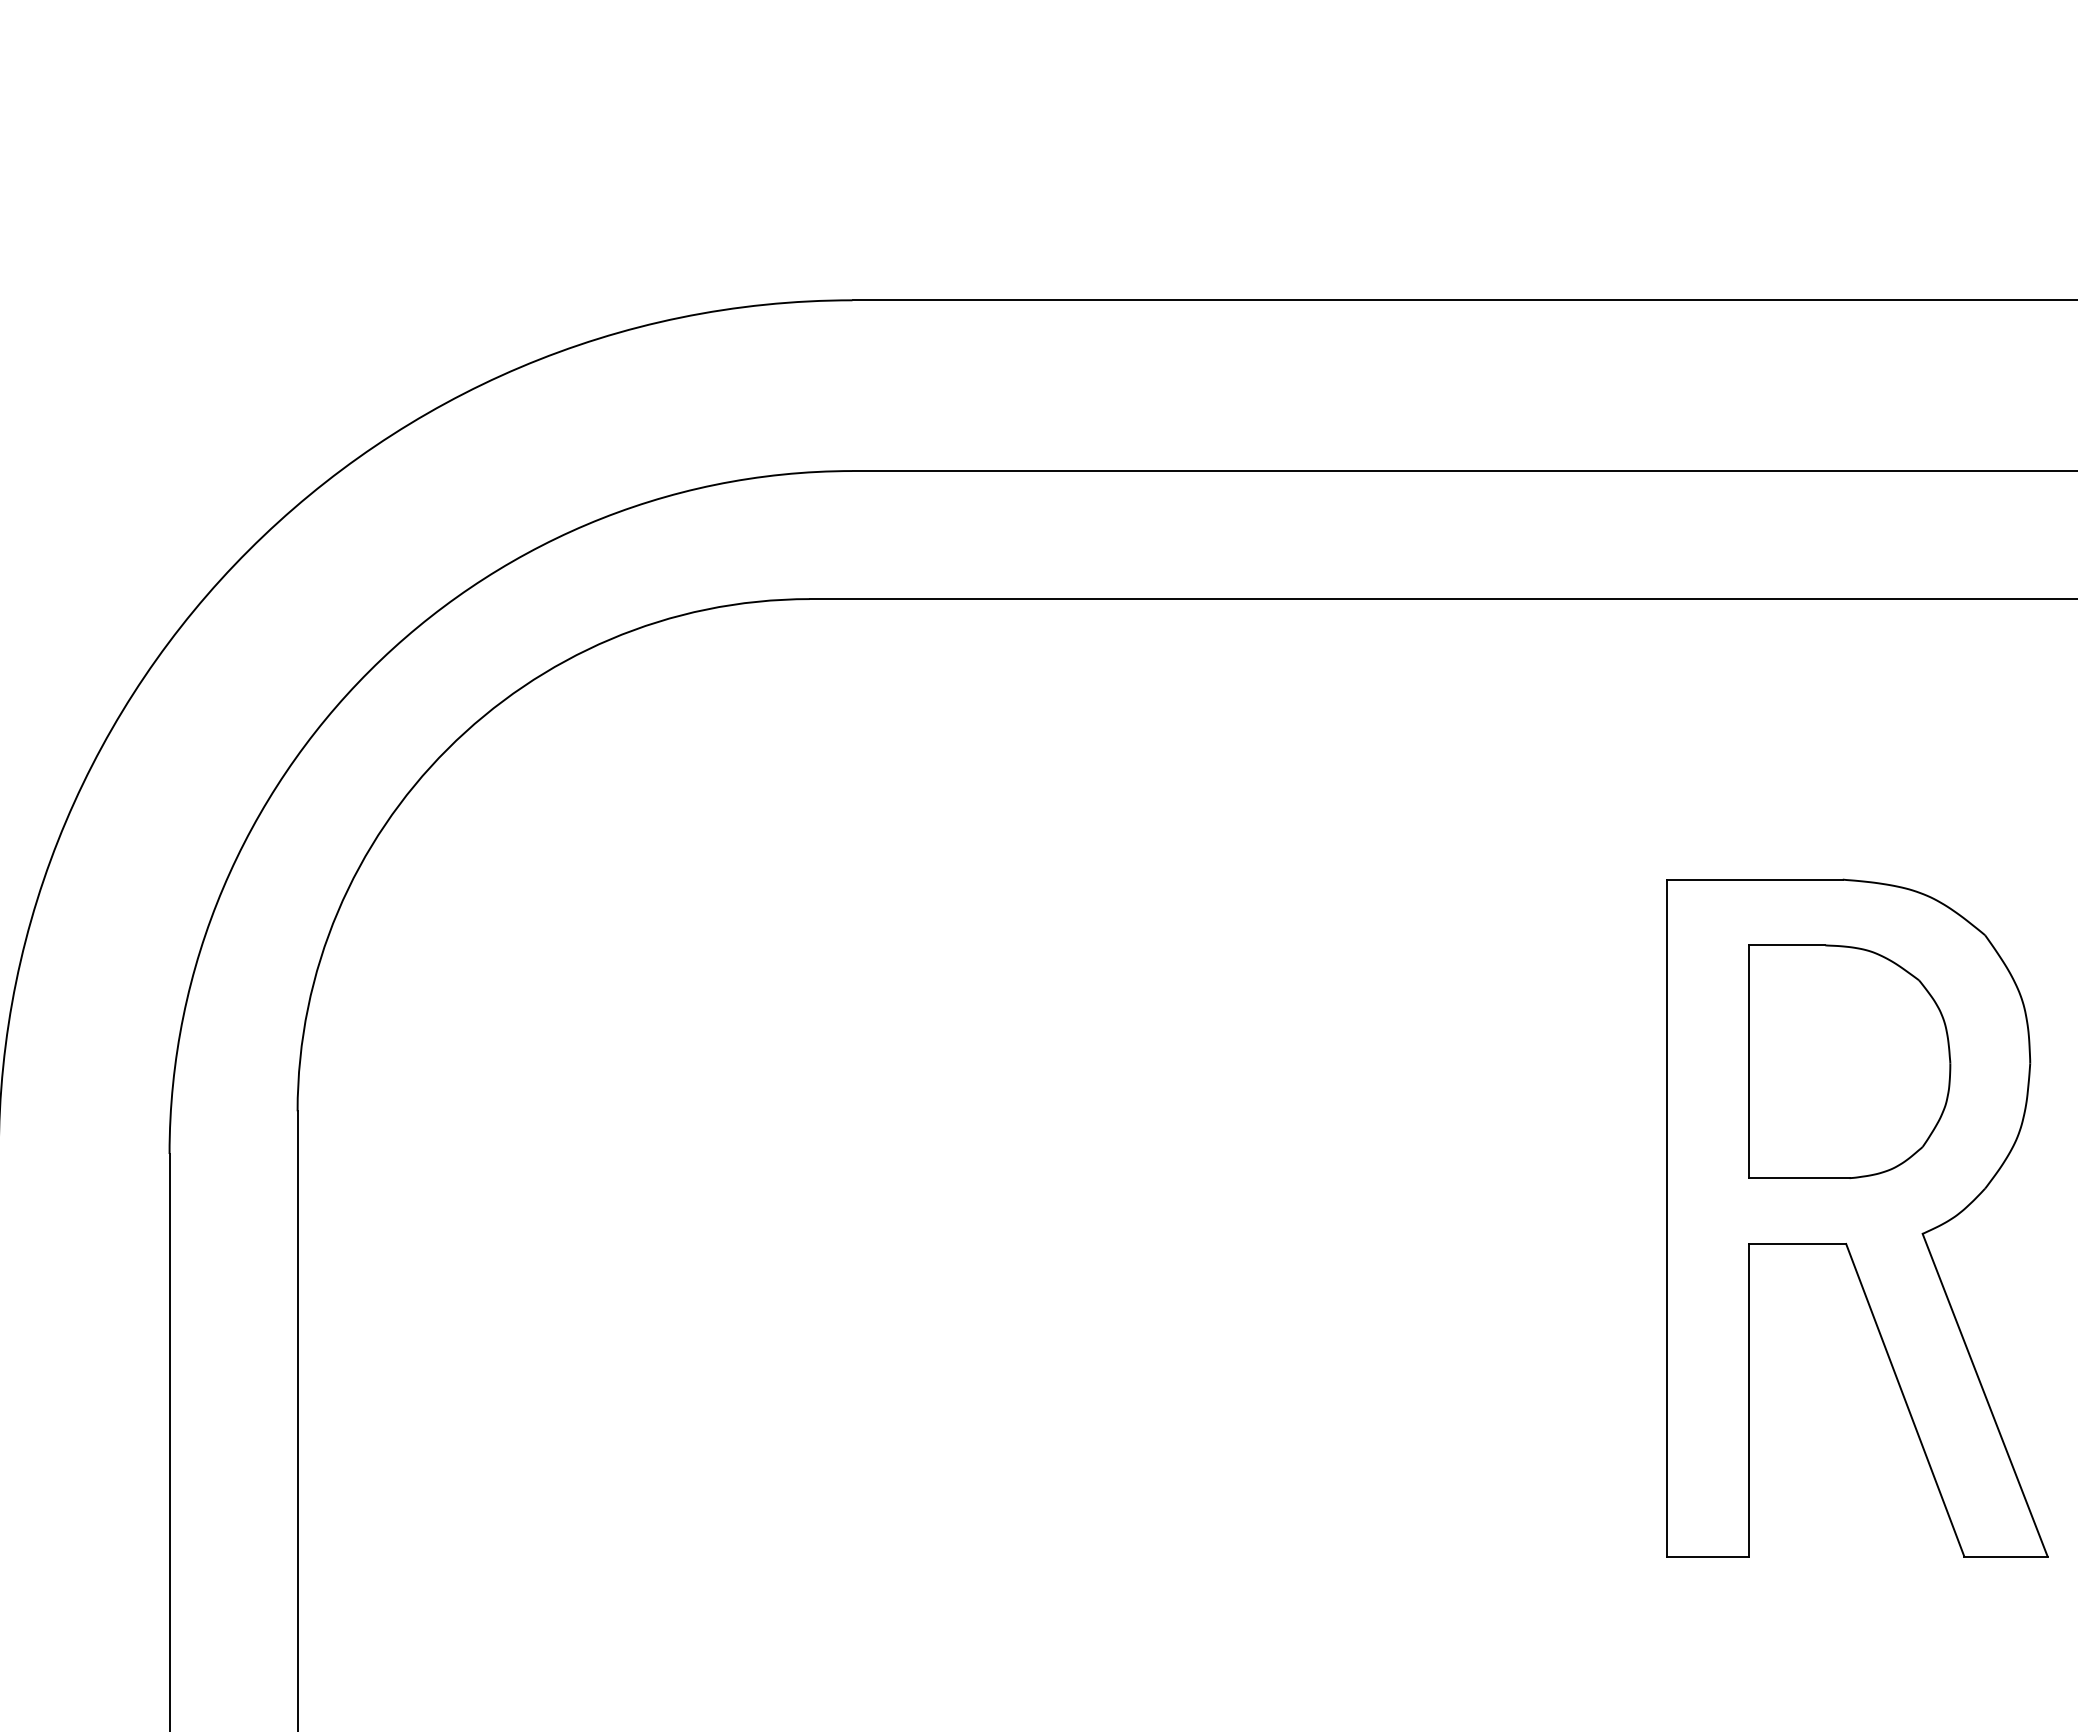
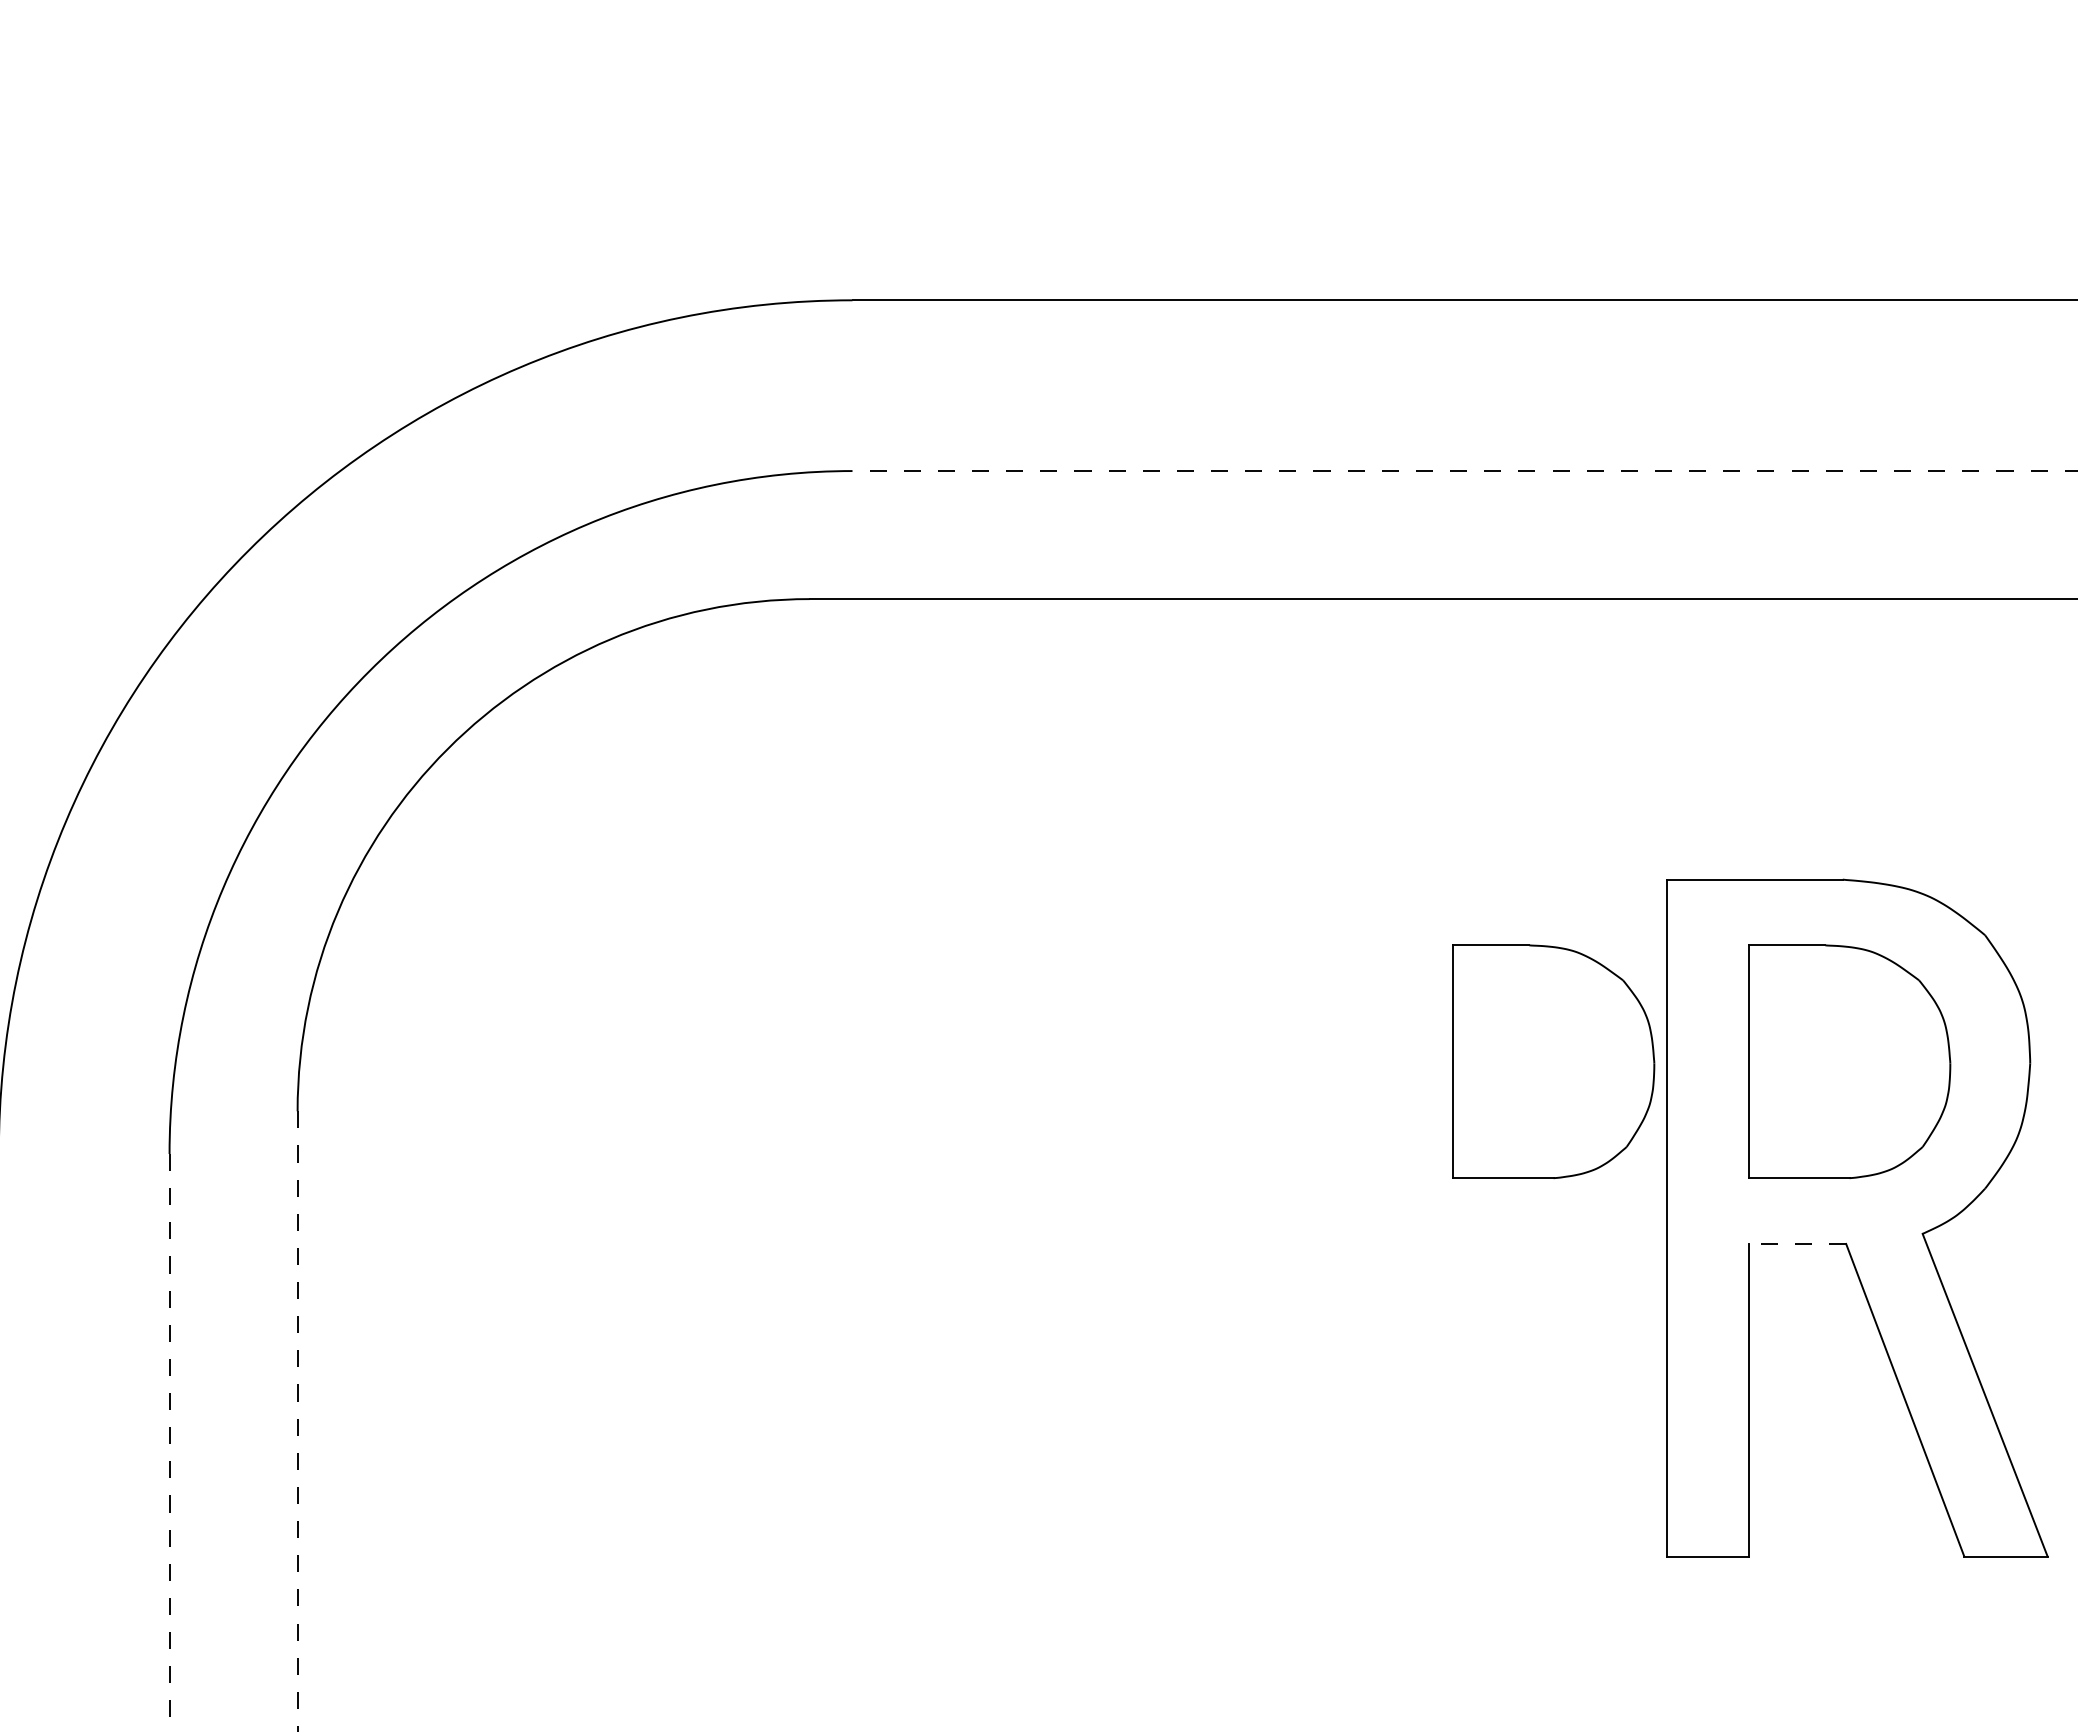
line at (1464, 471): solid -> dashed
part at (1553, 1061): none -> present
line at (1797, 1243): solid -> dashed
line at (297, 1421): solid -> dashed
line at (169, 1442): solid -> dashed
